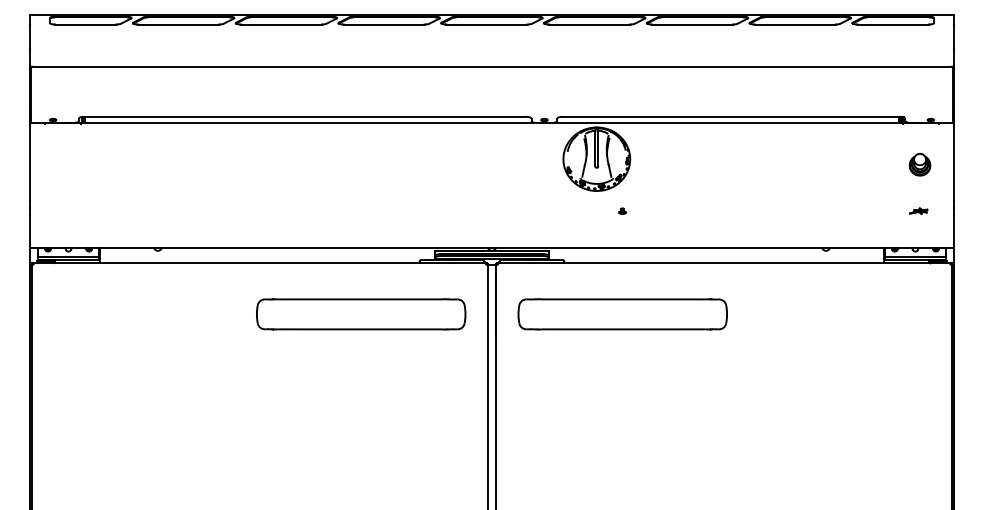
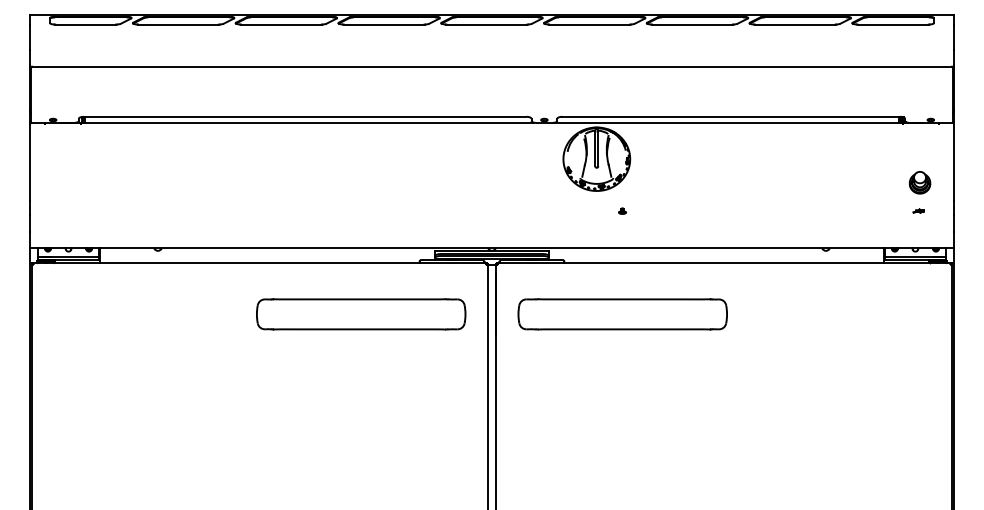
part at (919, 164) position: (919, 164) -> (919, 182)
part at (918, 210) size: 20x8 px -> 13x6 px
